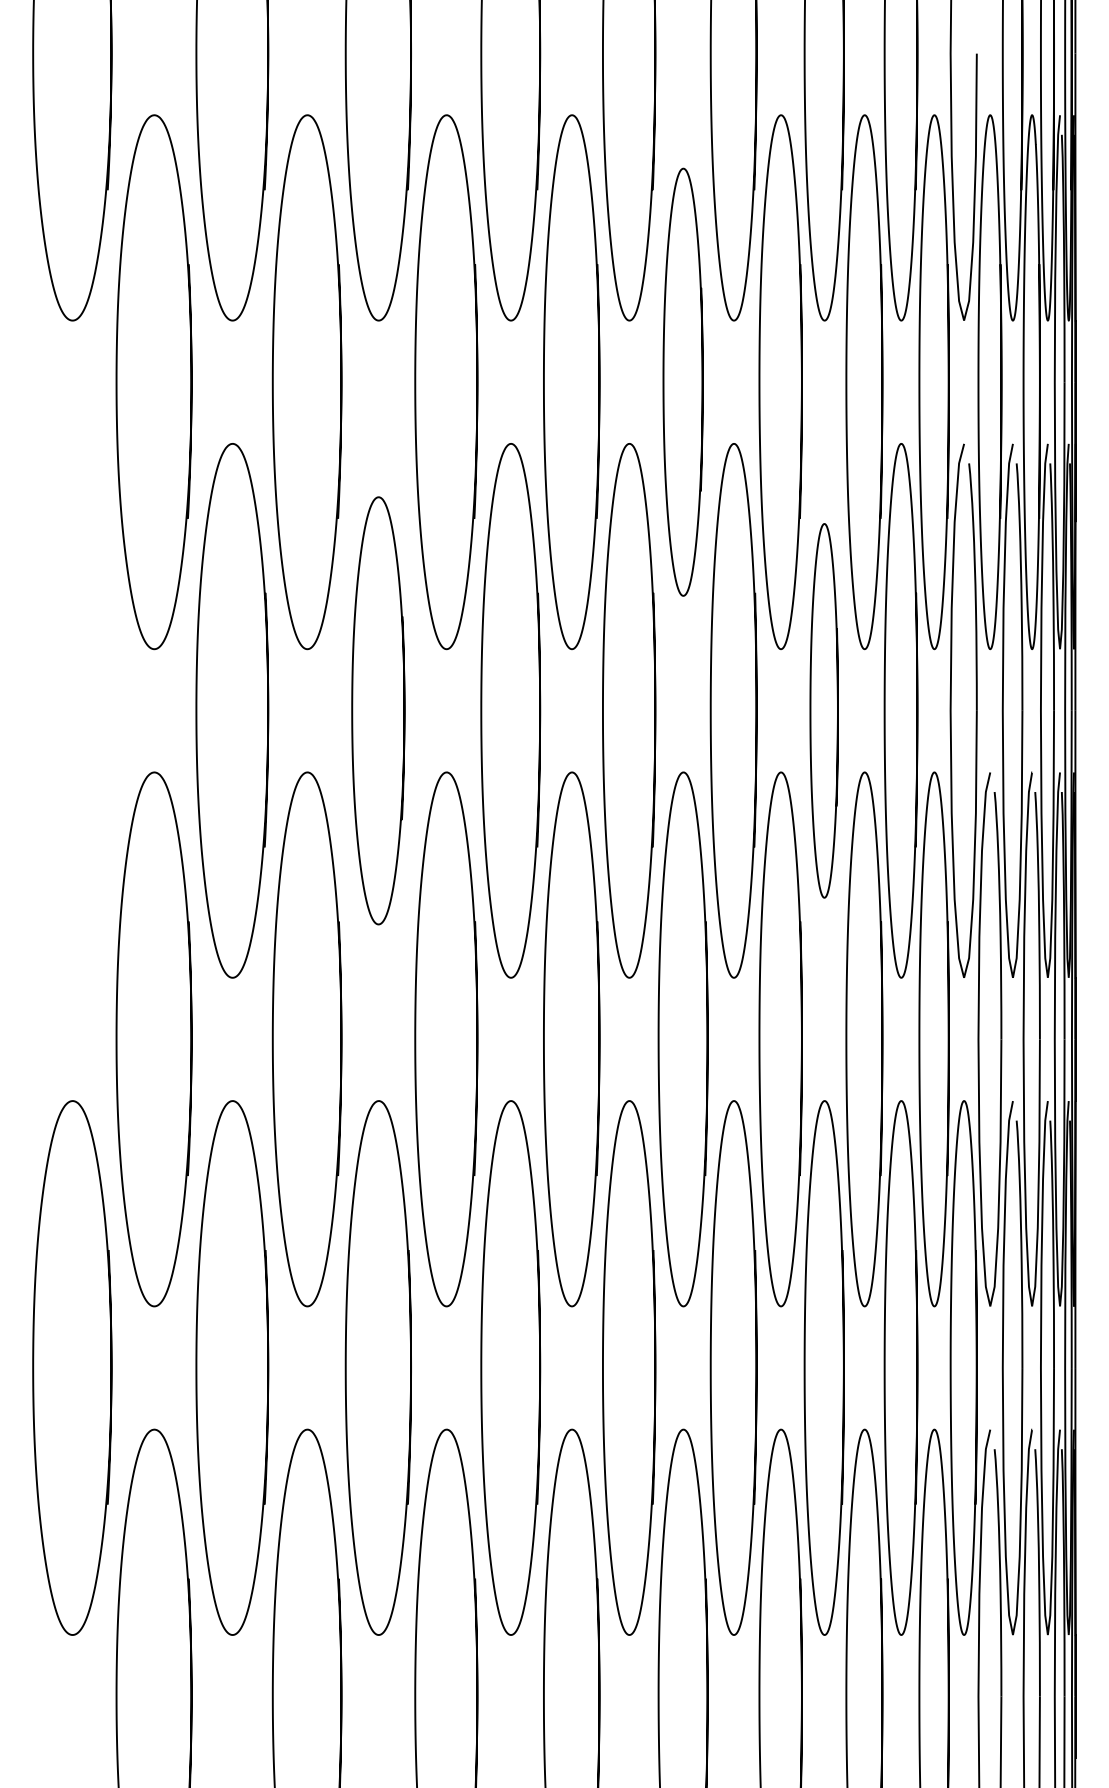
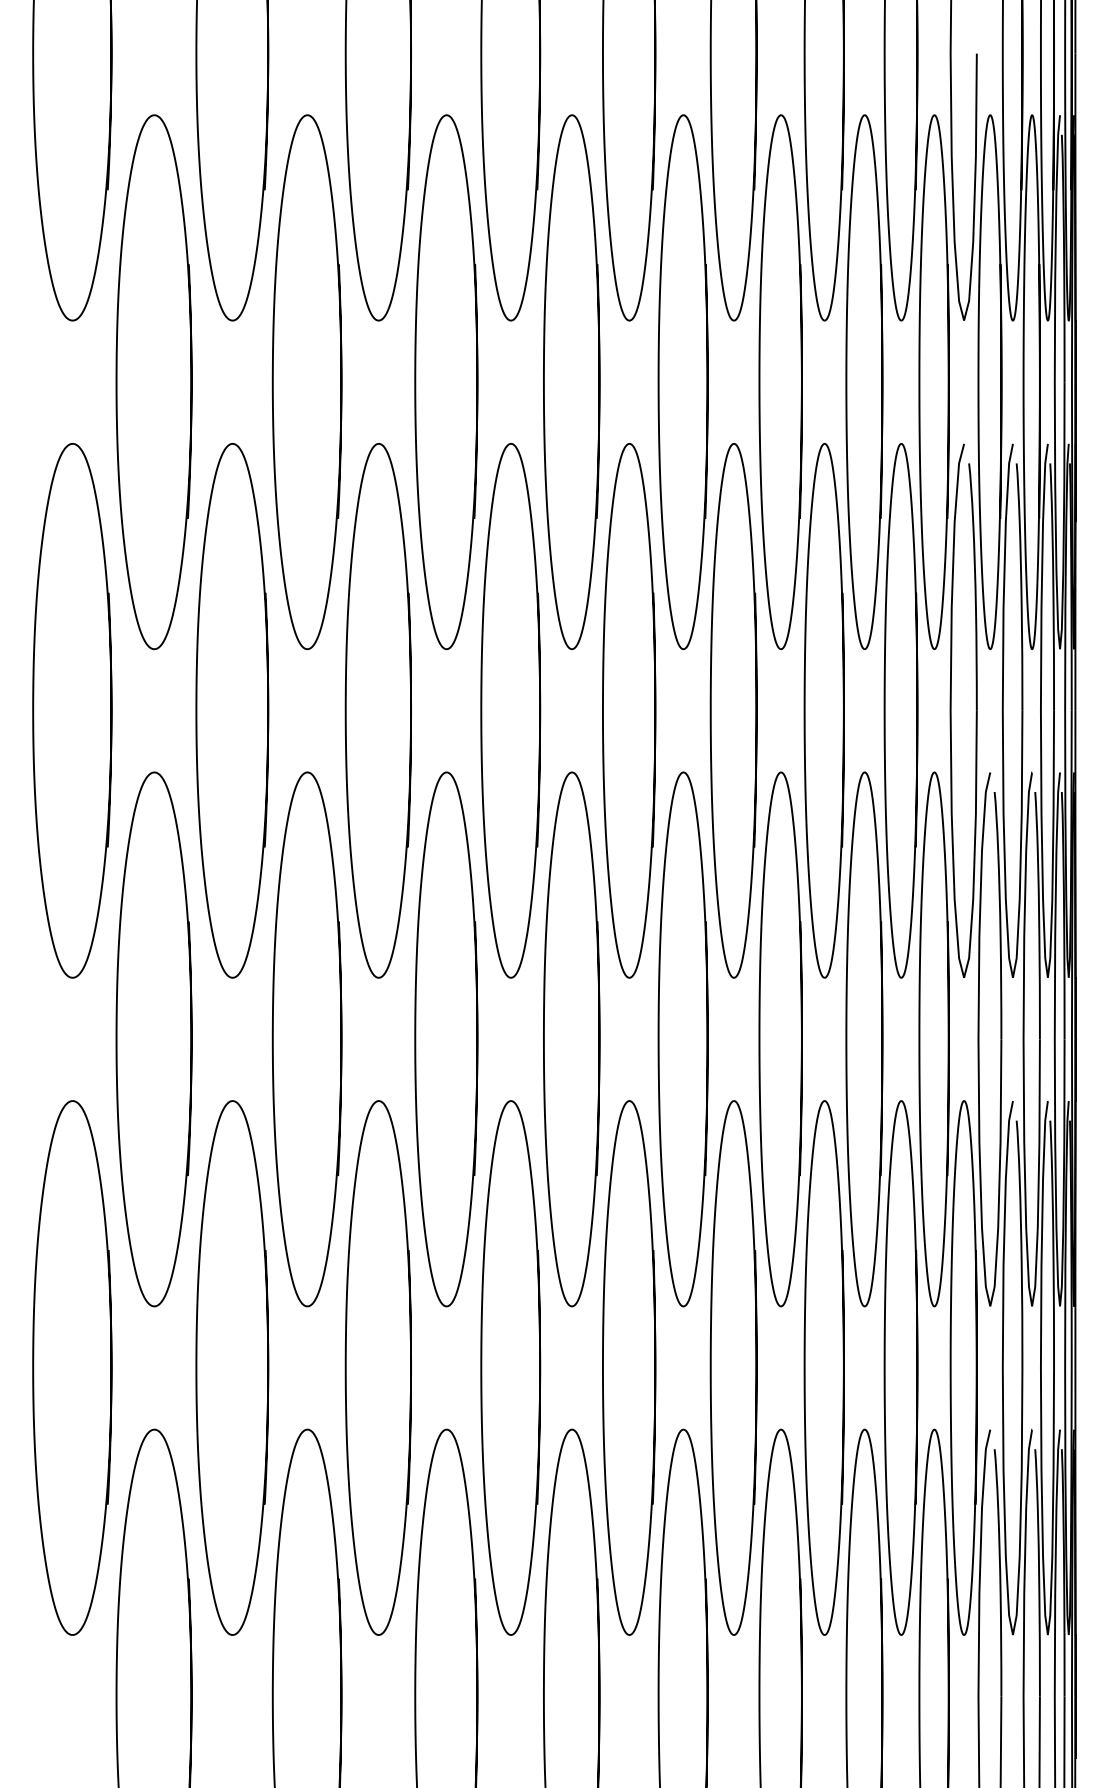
part at (682, 381) size: 42x430 px -> 52x537 px
part at (72, 710): none -> present
part at (378, 710) size: 55x430 px -> 68x536 px
part at (823, 710) size: 30x376 px -> 42x536 px
